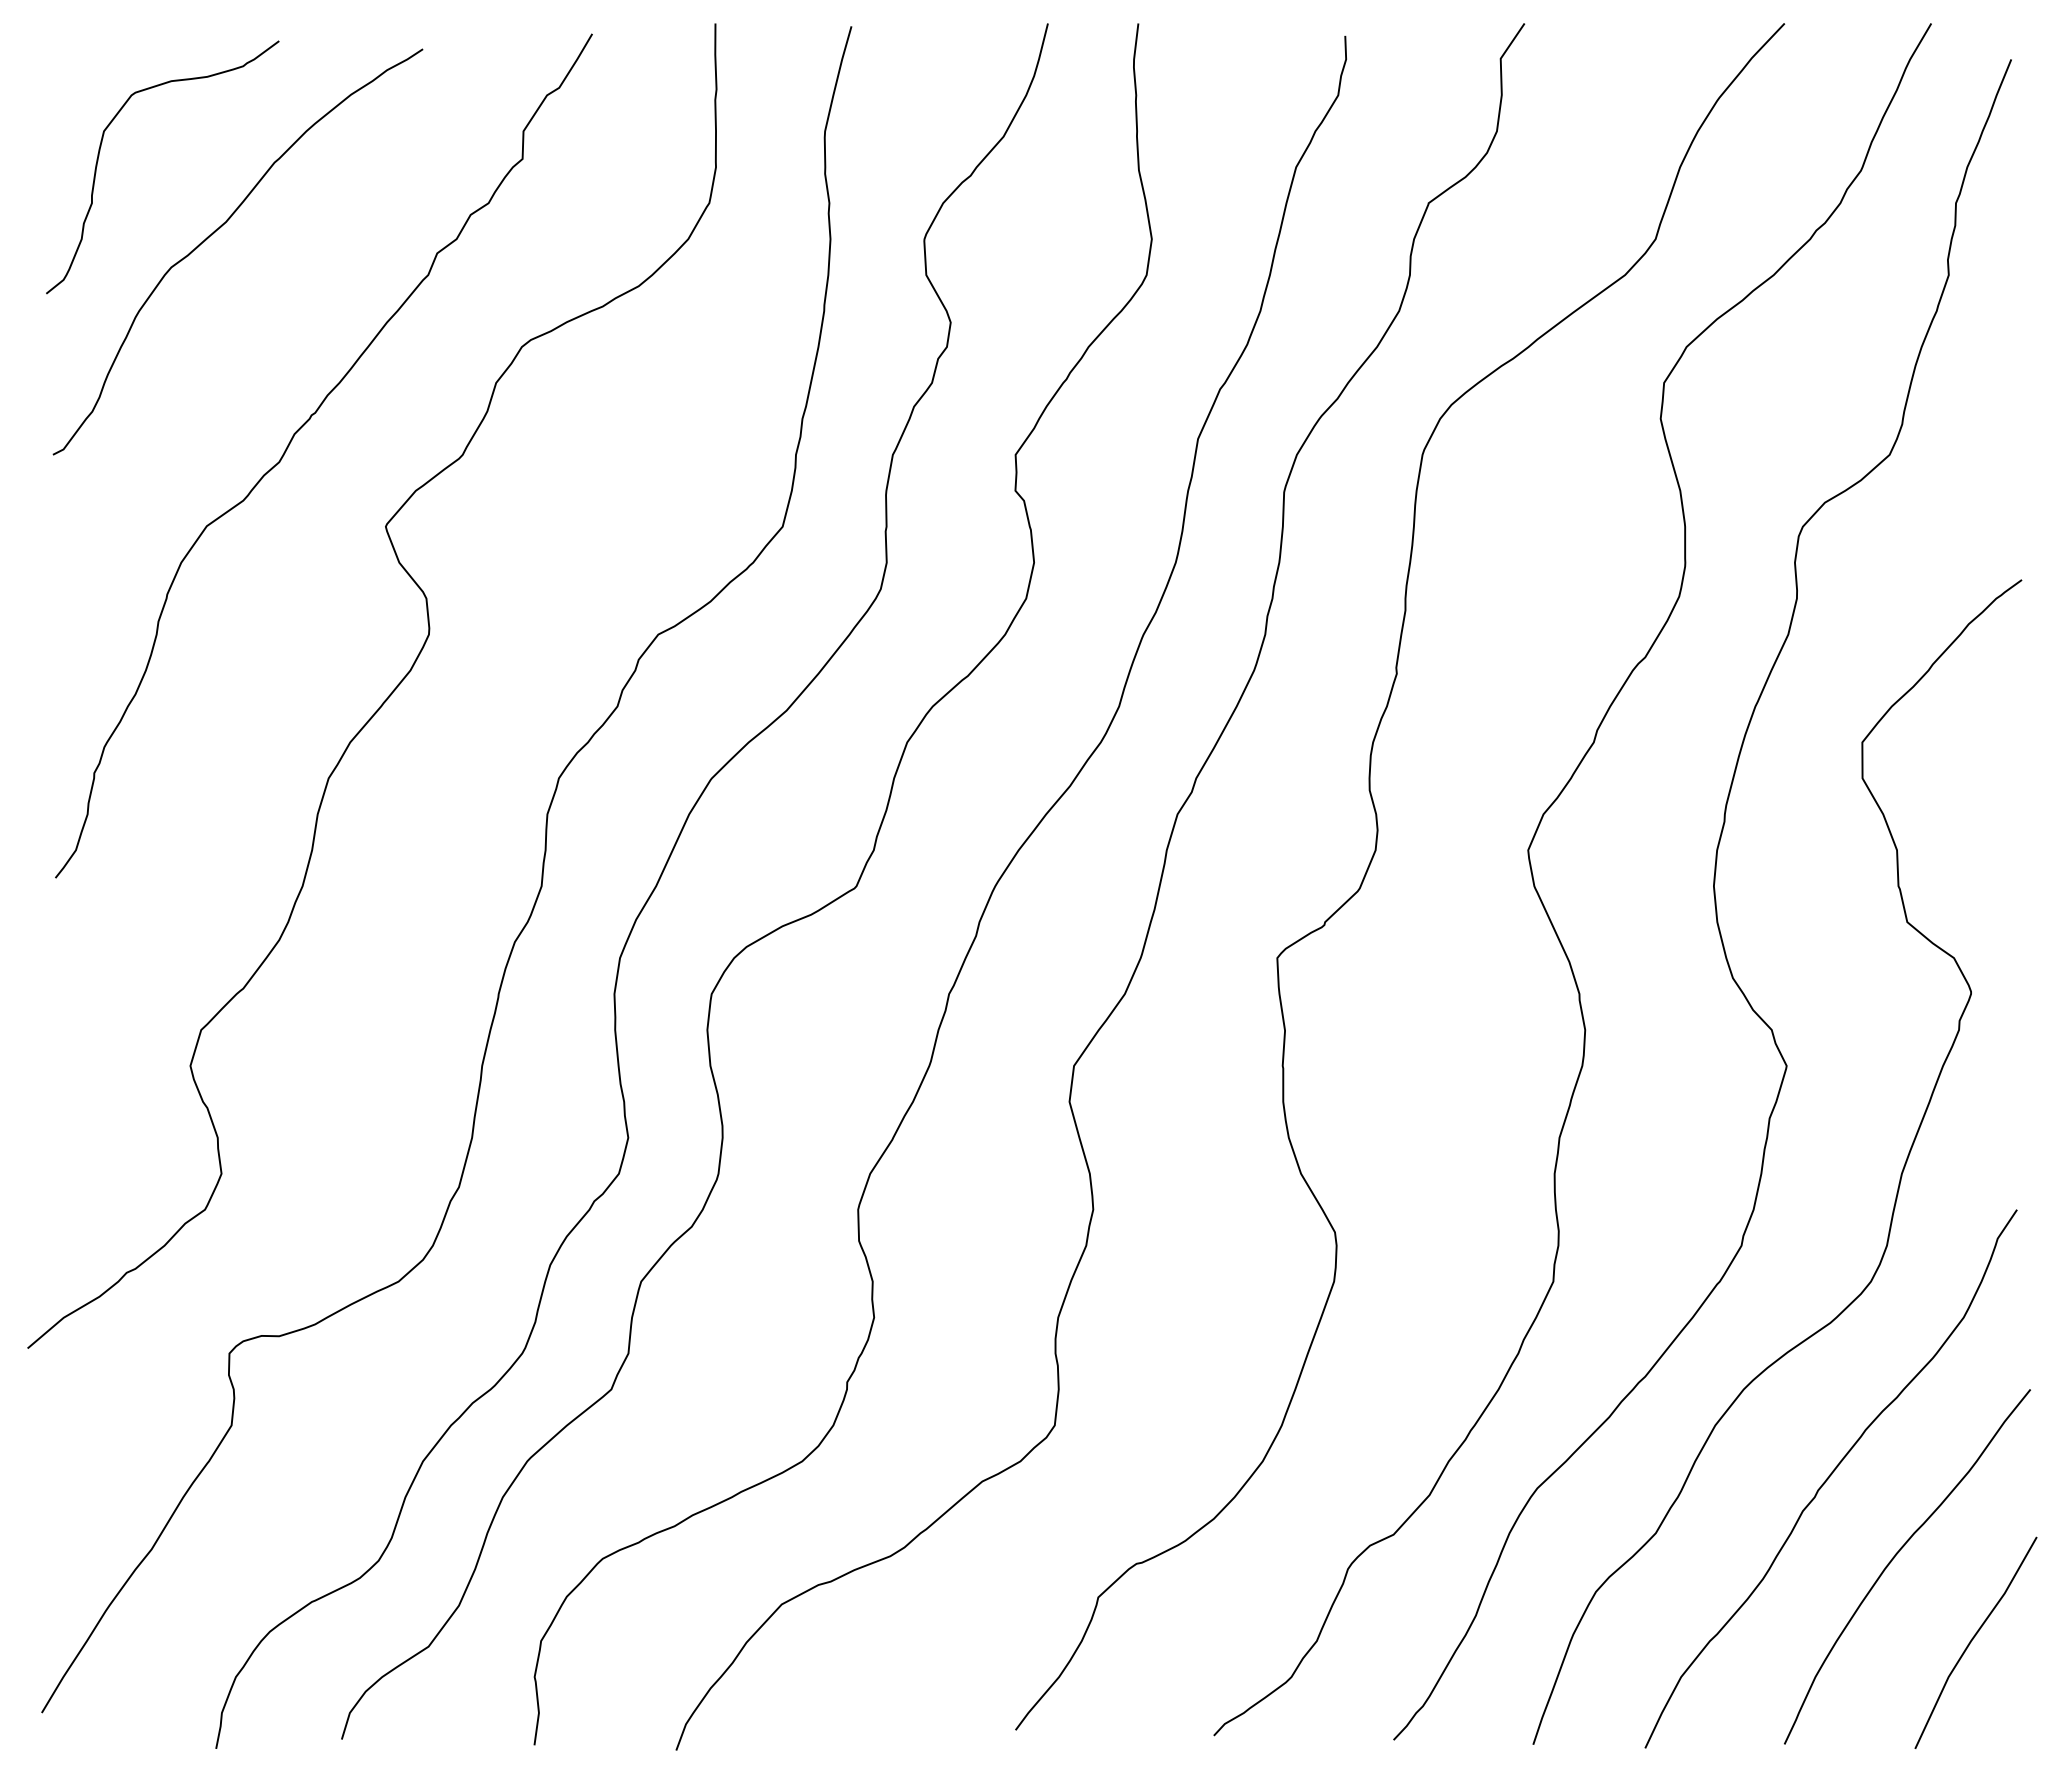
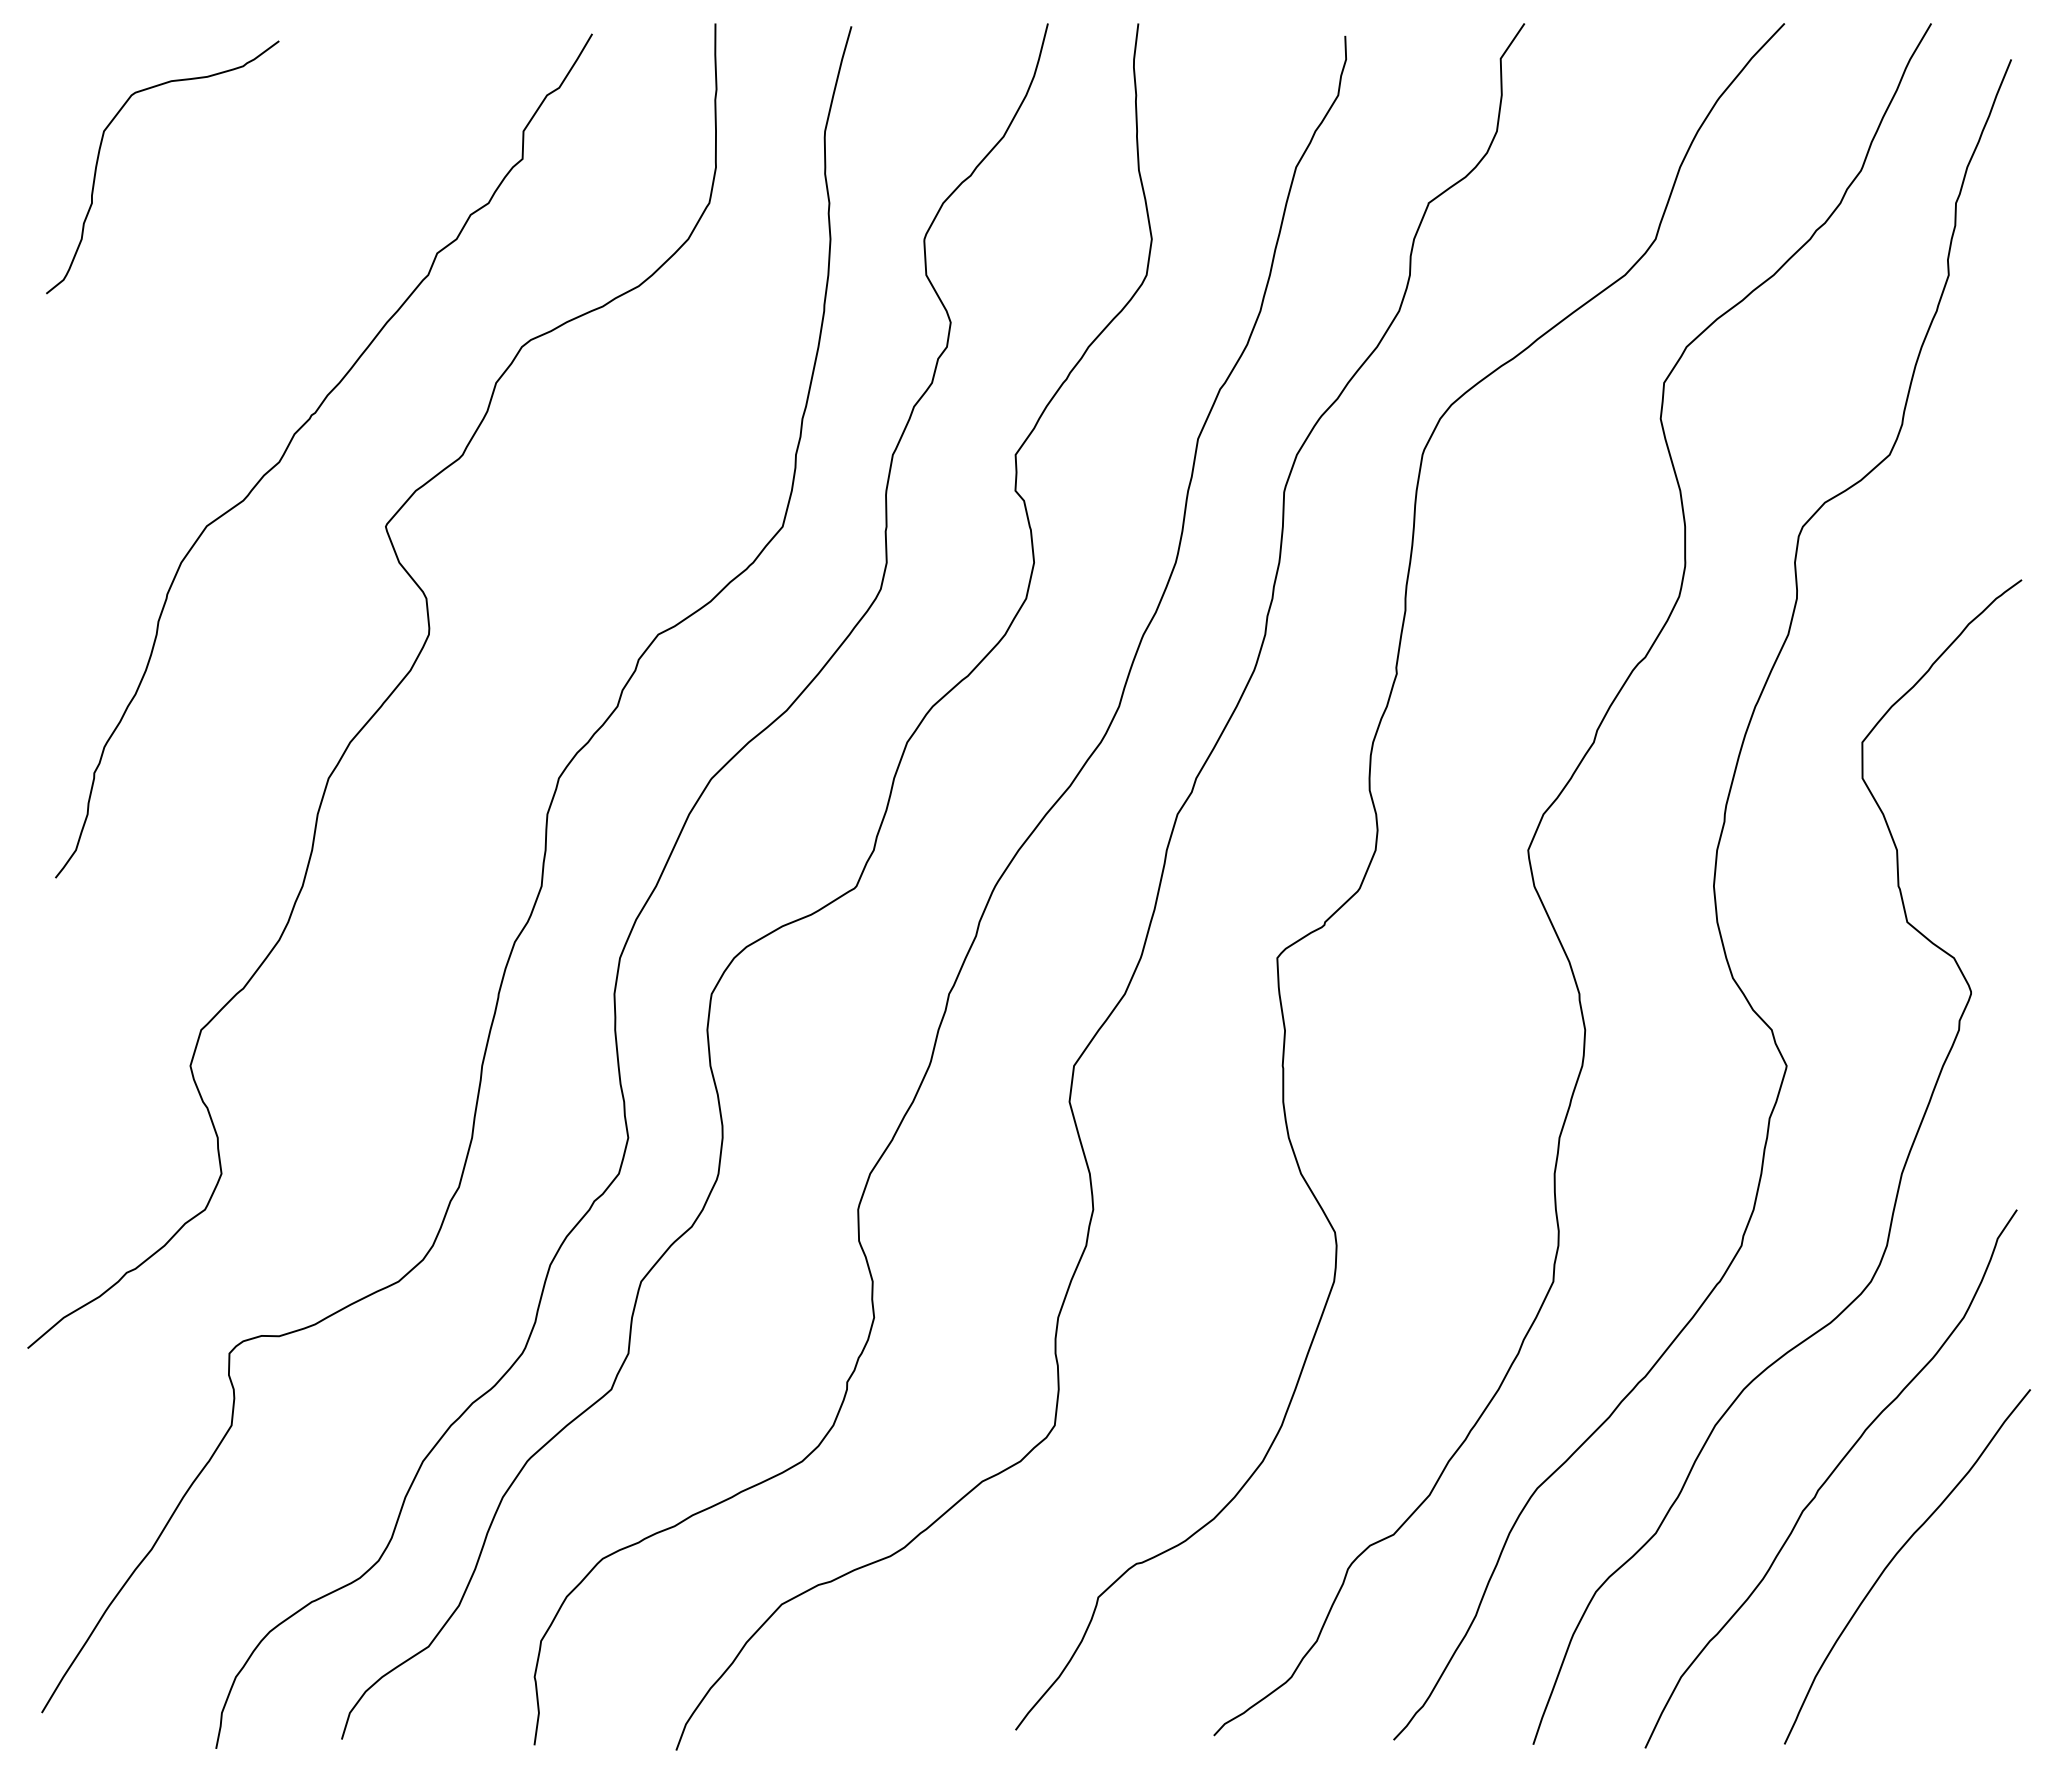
curve at (220, 228): present -> none
line at (1973, 1639): present -> none
